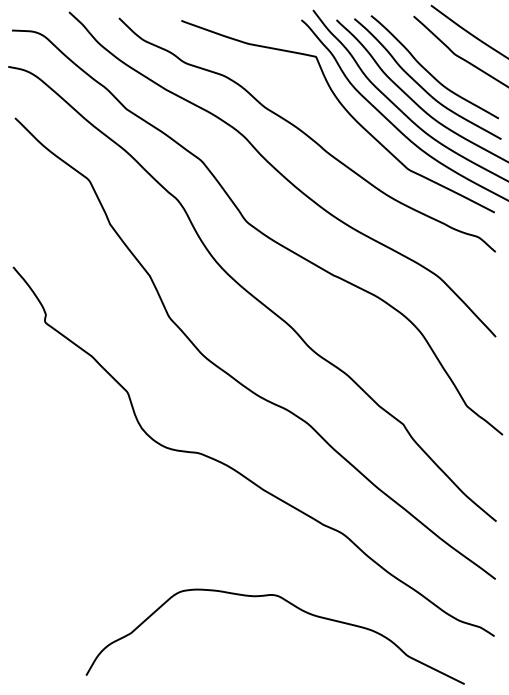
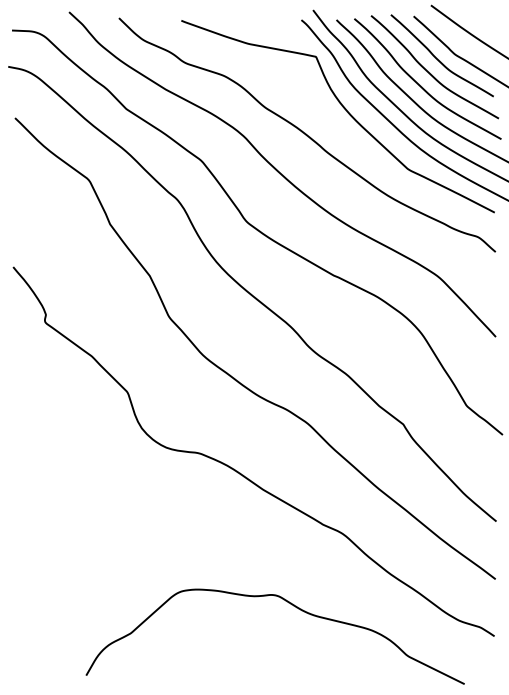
curve at (437, 58): none -> present
